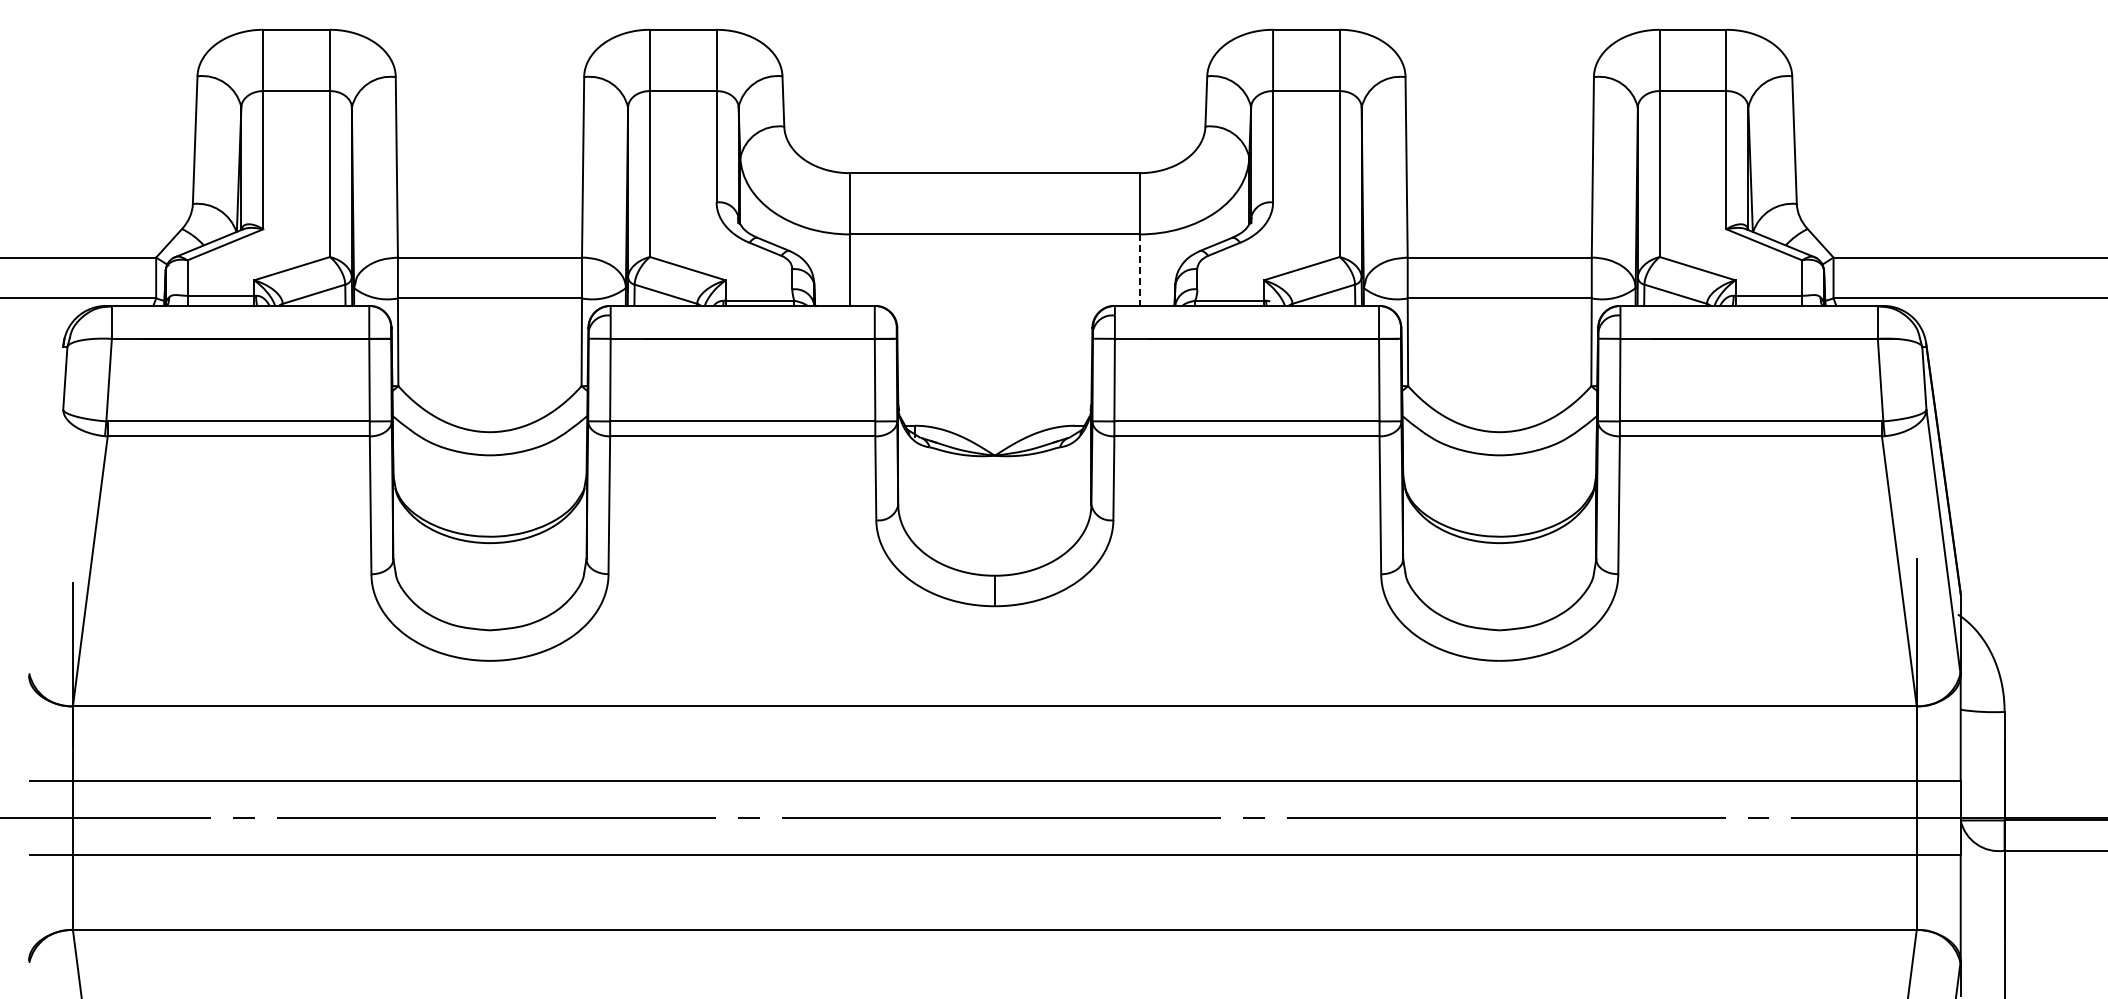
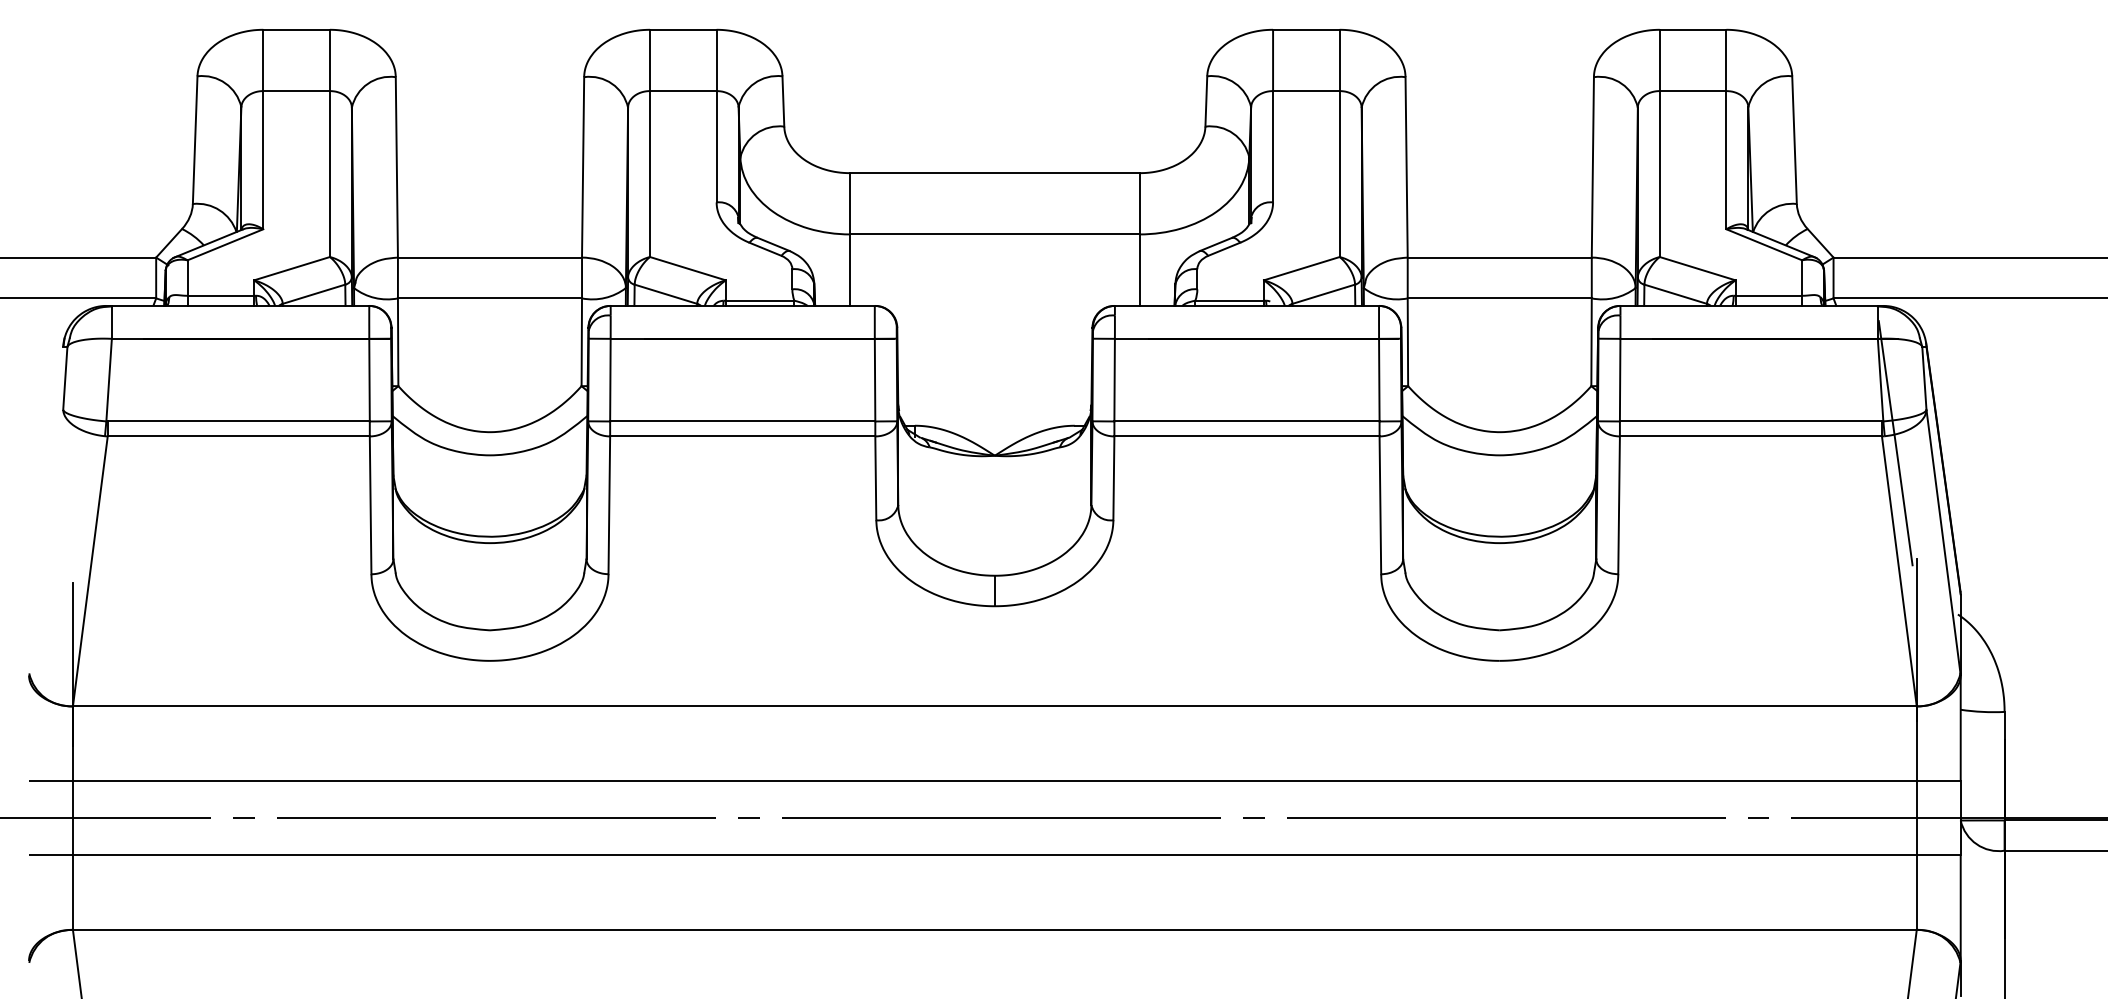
line at (1139, 270): dashed -> solid
line at (1895, 443): none -> present
